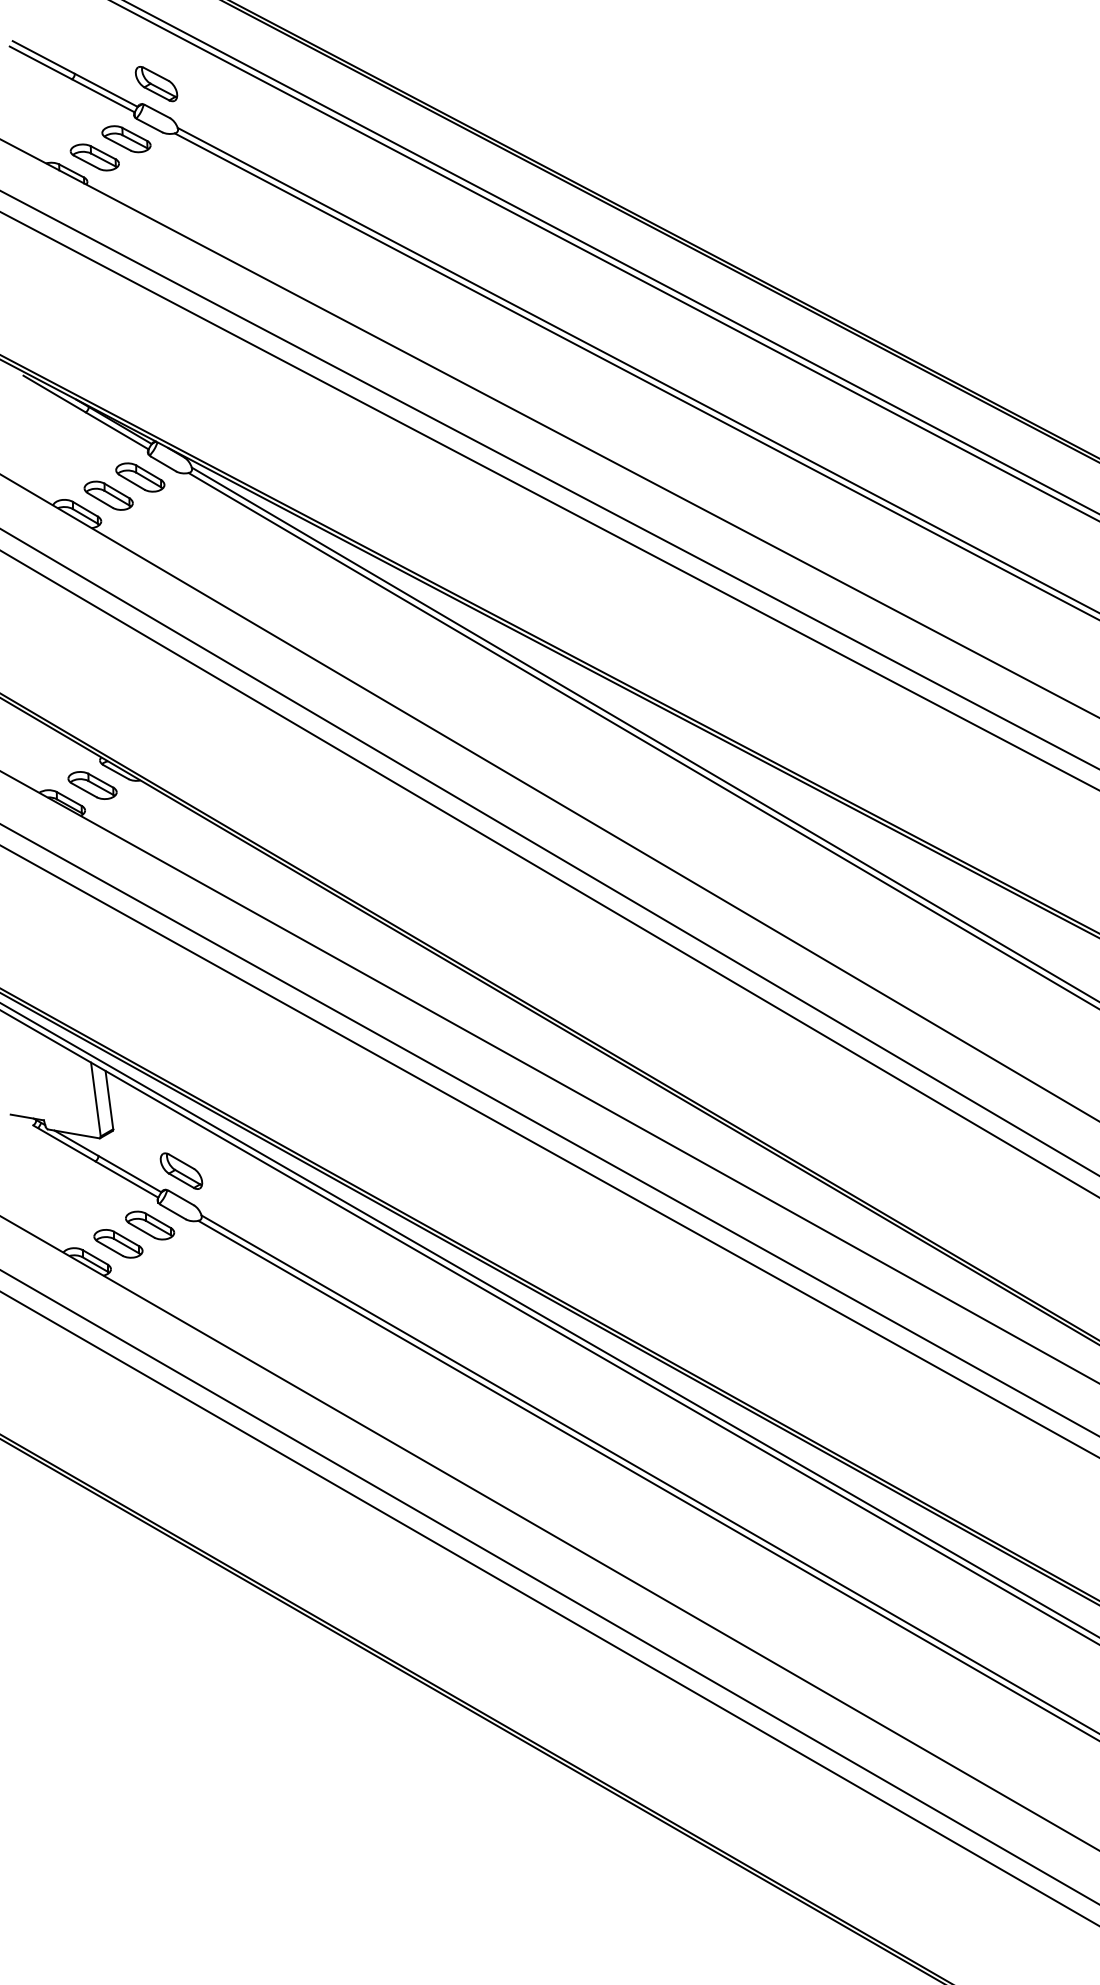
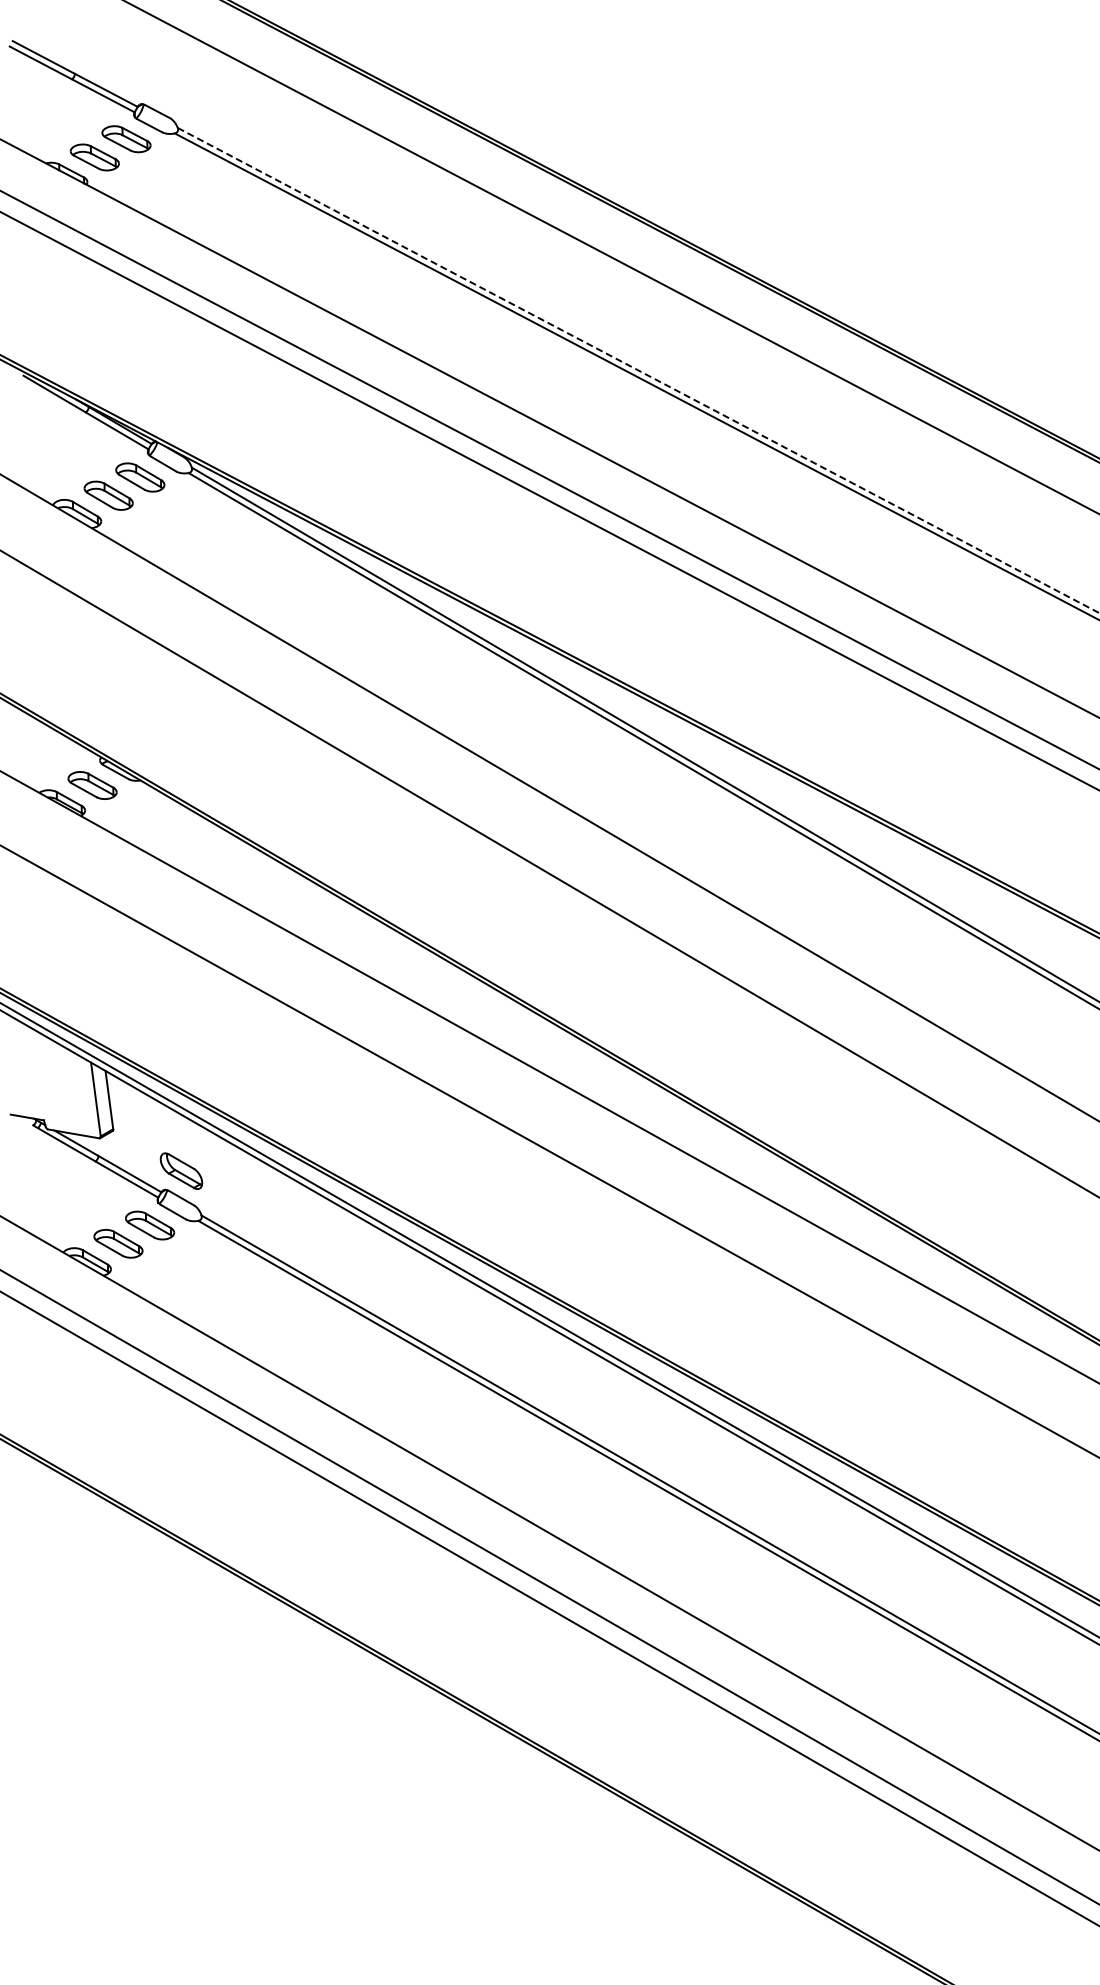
part at (156, 84): present -> none
line at (604, 260): present -> none
line at (638, 370): solid -> dashed
line at (549, 851): present -> none
line at (549, 1129): present -> none
